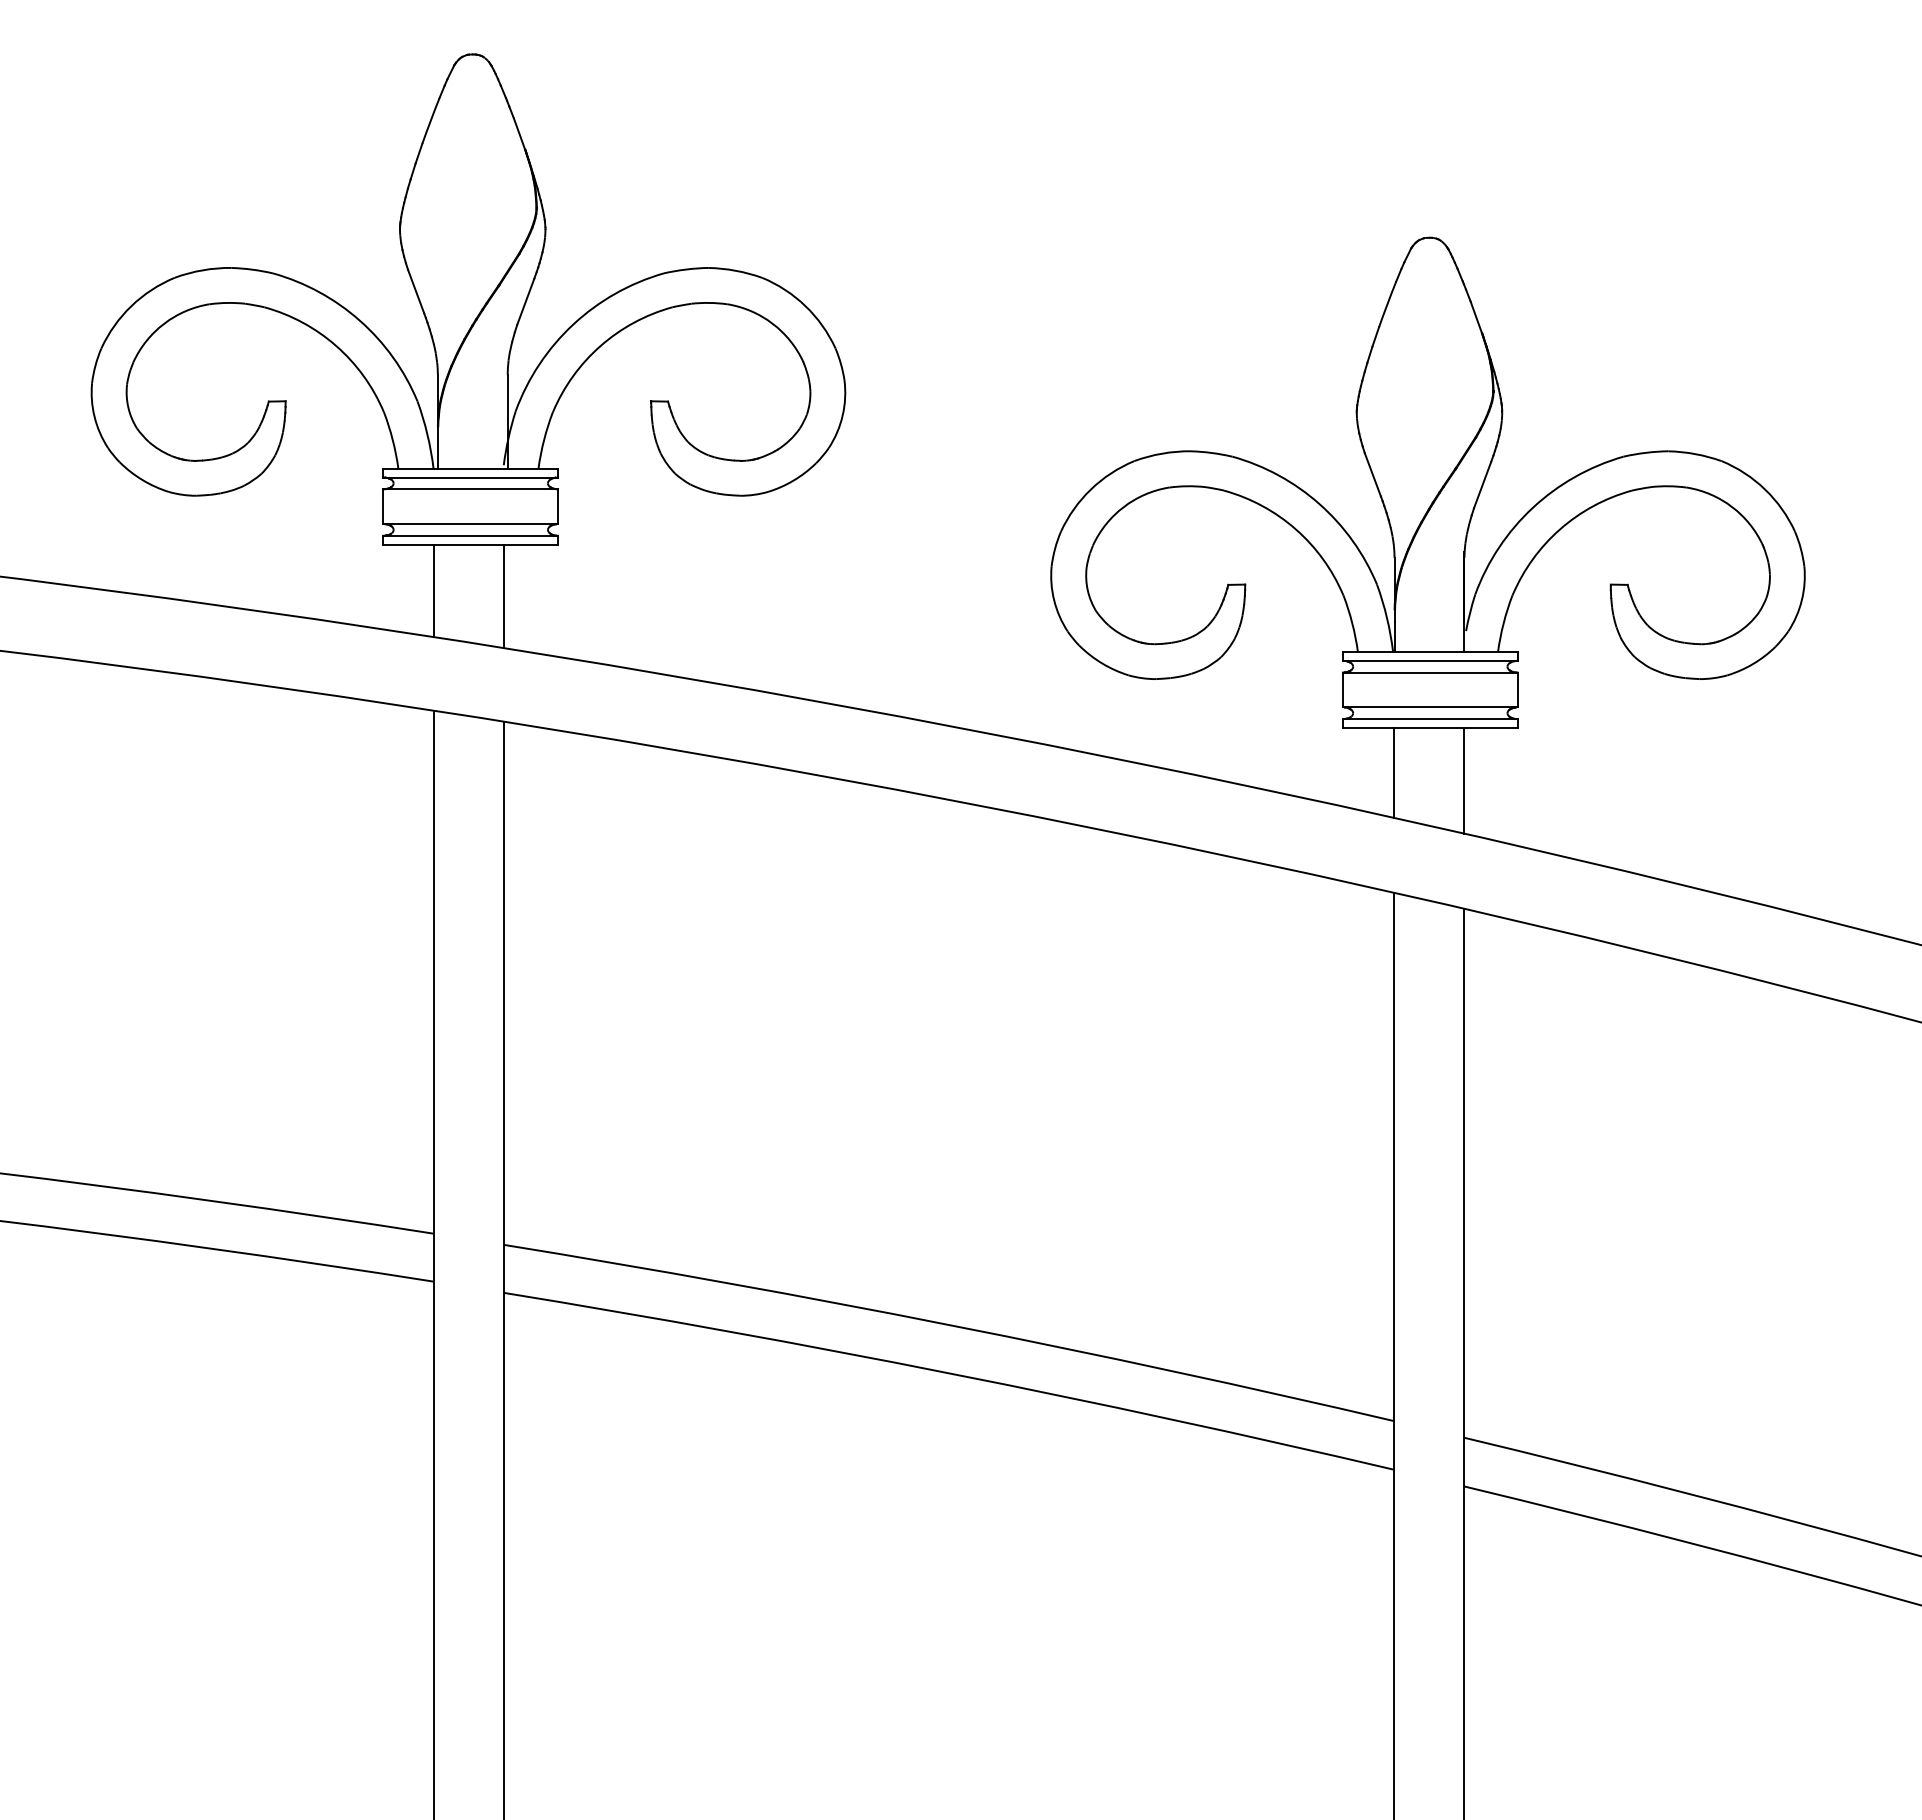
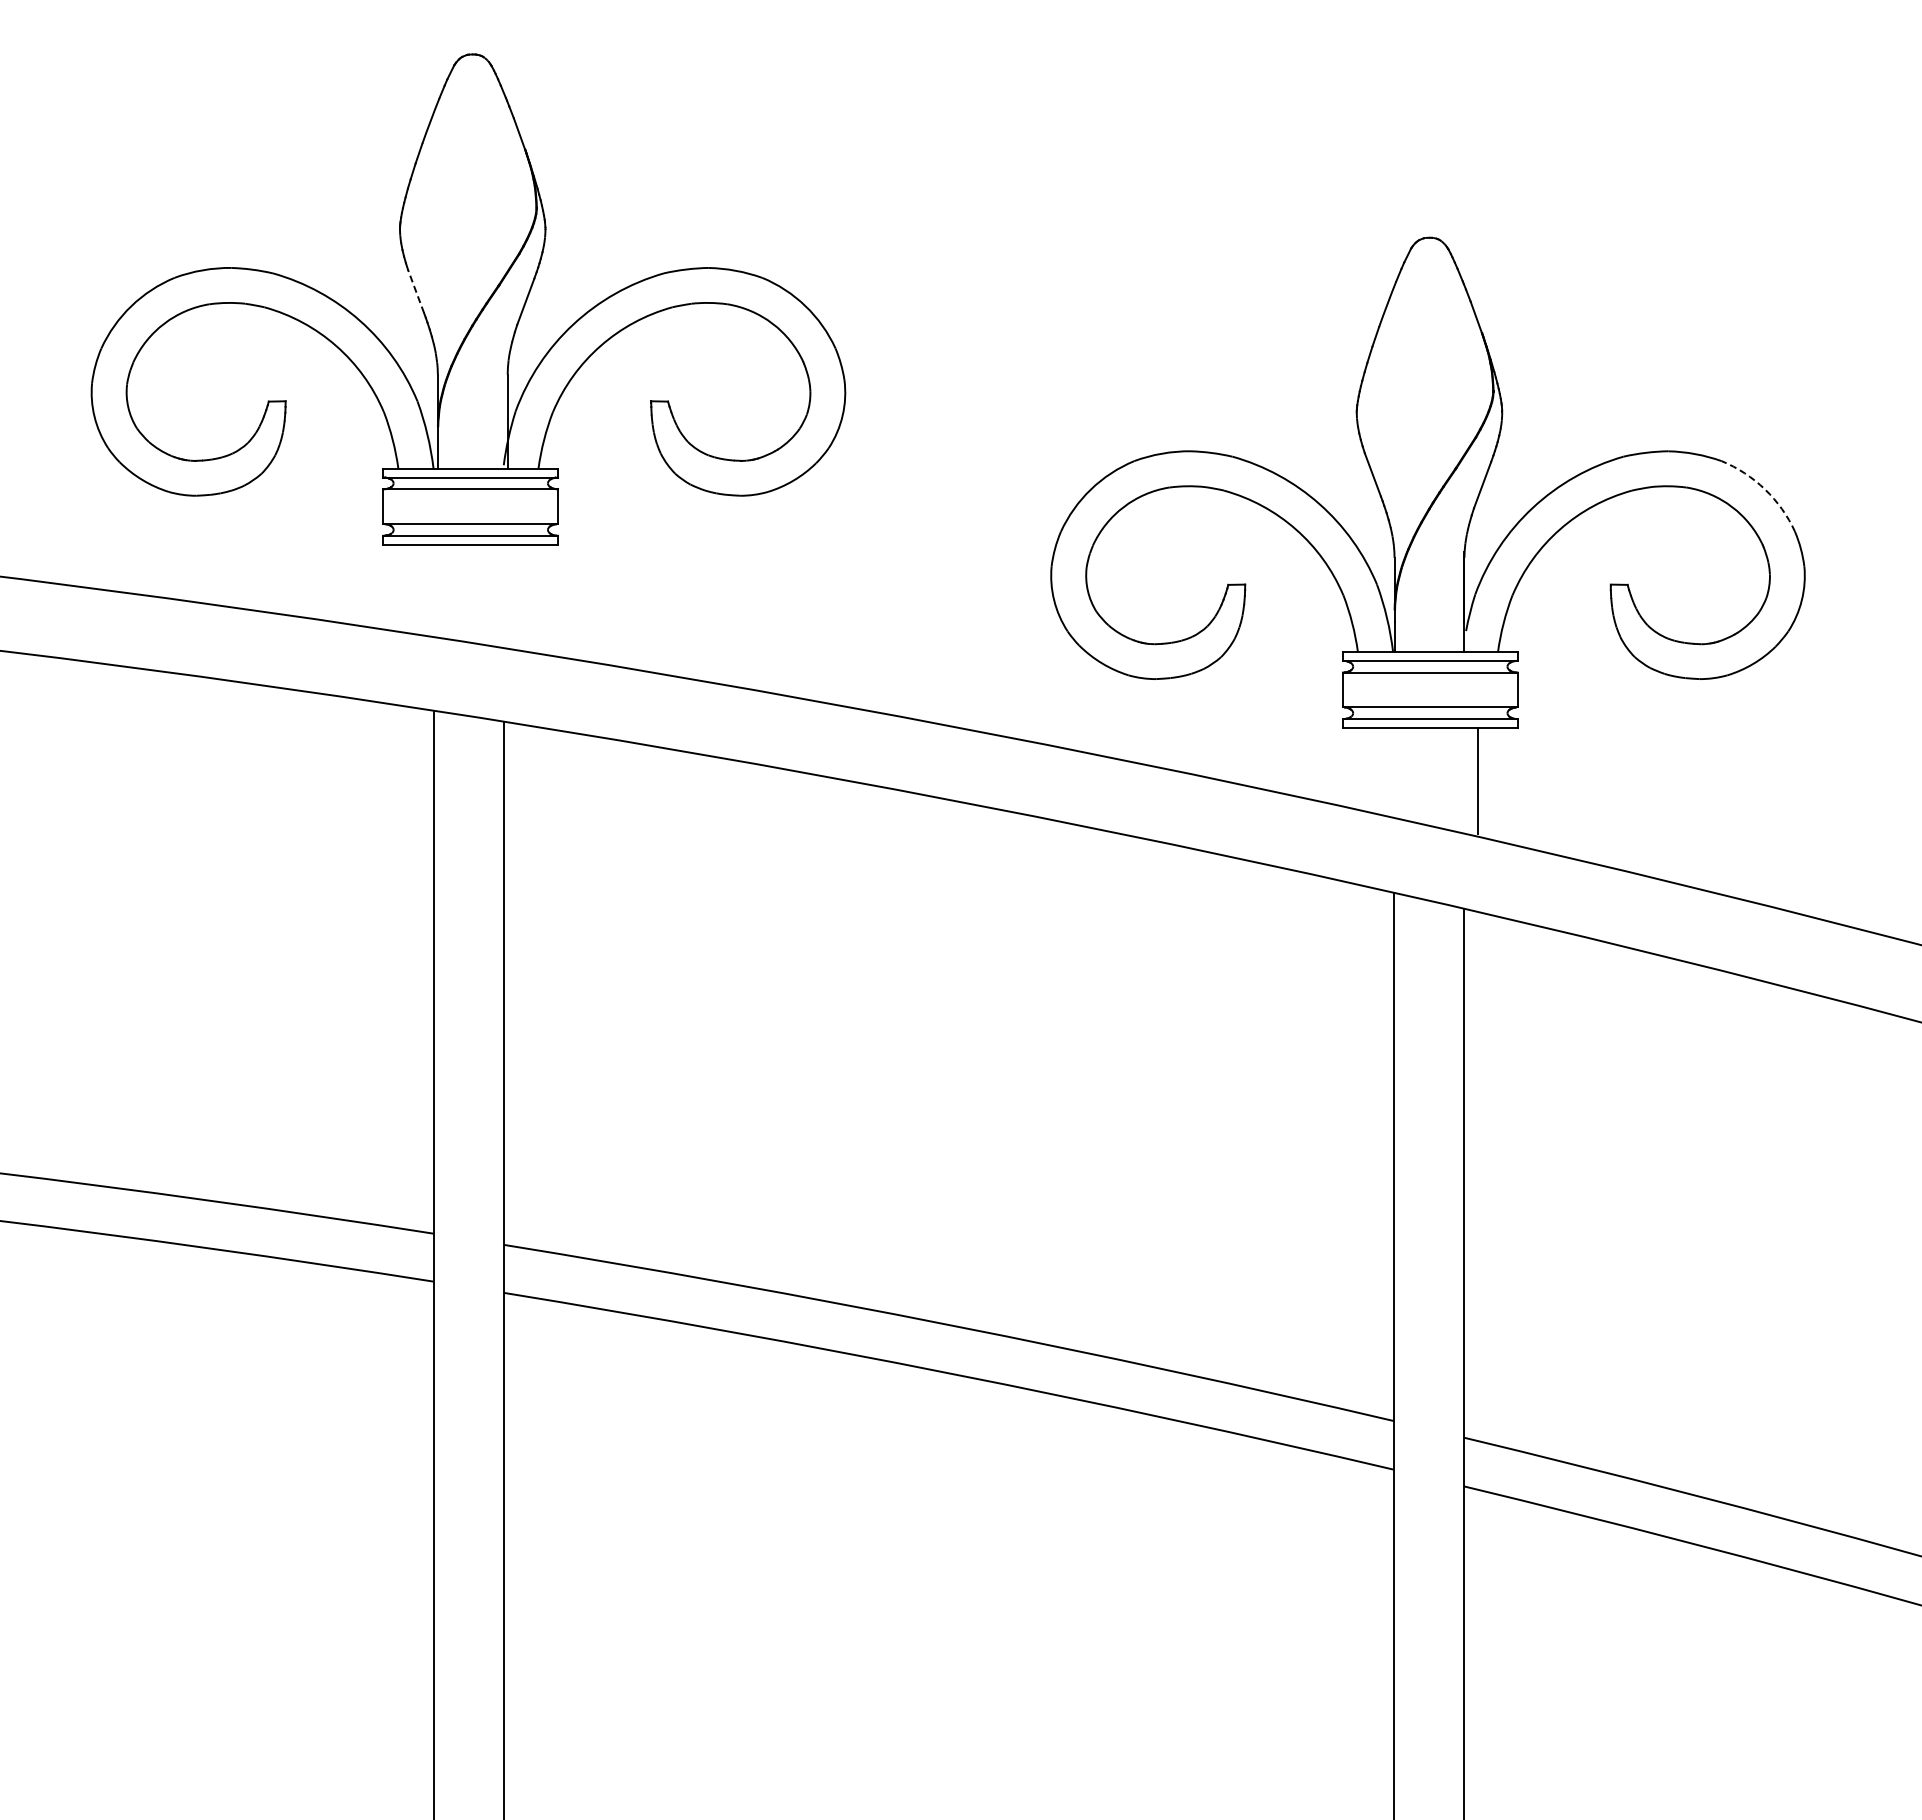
line at (415, 291): solid -> dashed
arc at (1765, 489): solid -> dashed
line at (433, 590): present -> none
line at (503, 595): present -> none
line at (1394, 772): present -> none
line at (1464, 780) position: (1464, 780) -> (1478, 780)
